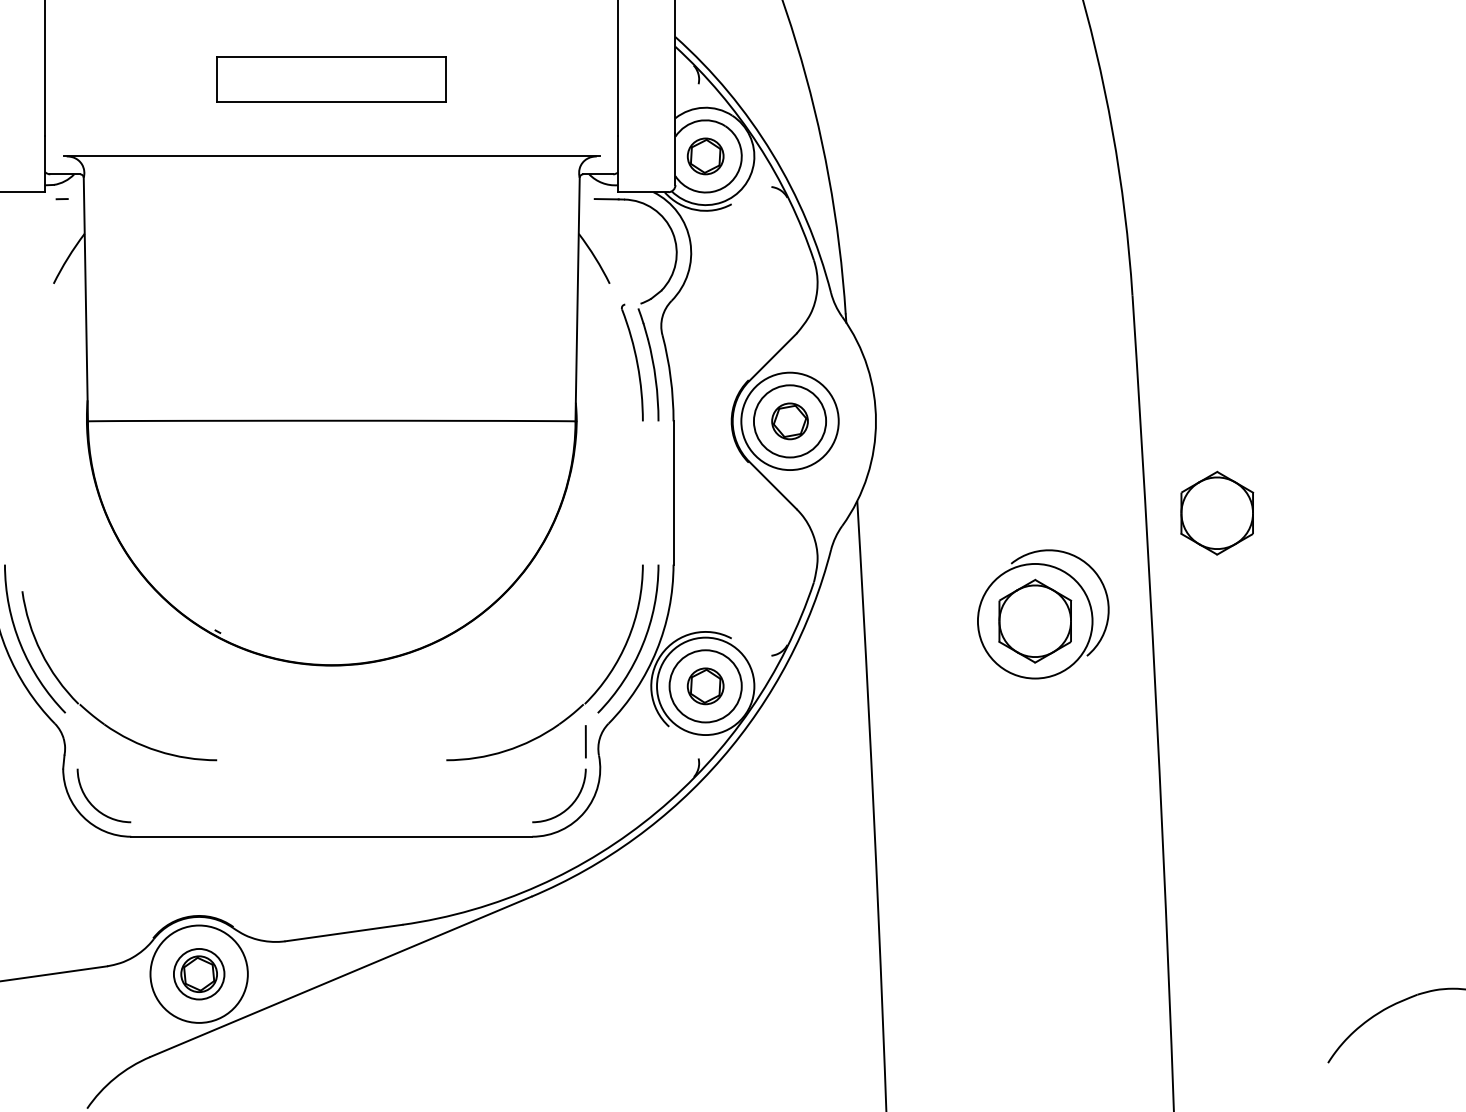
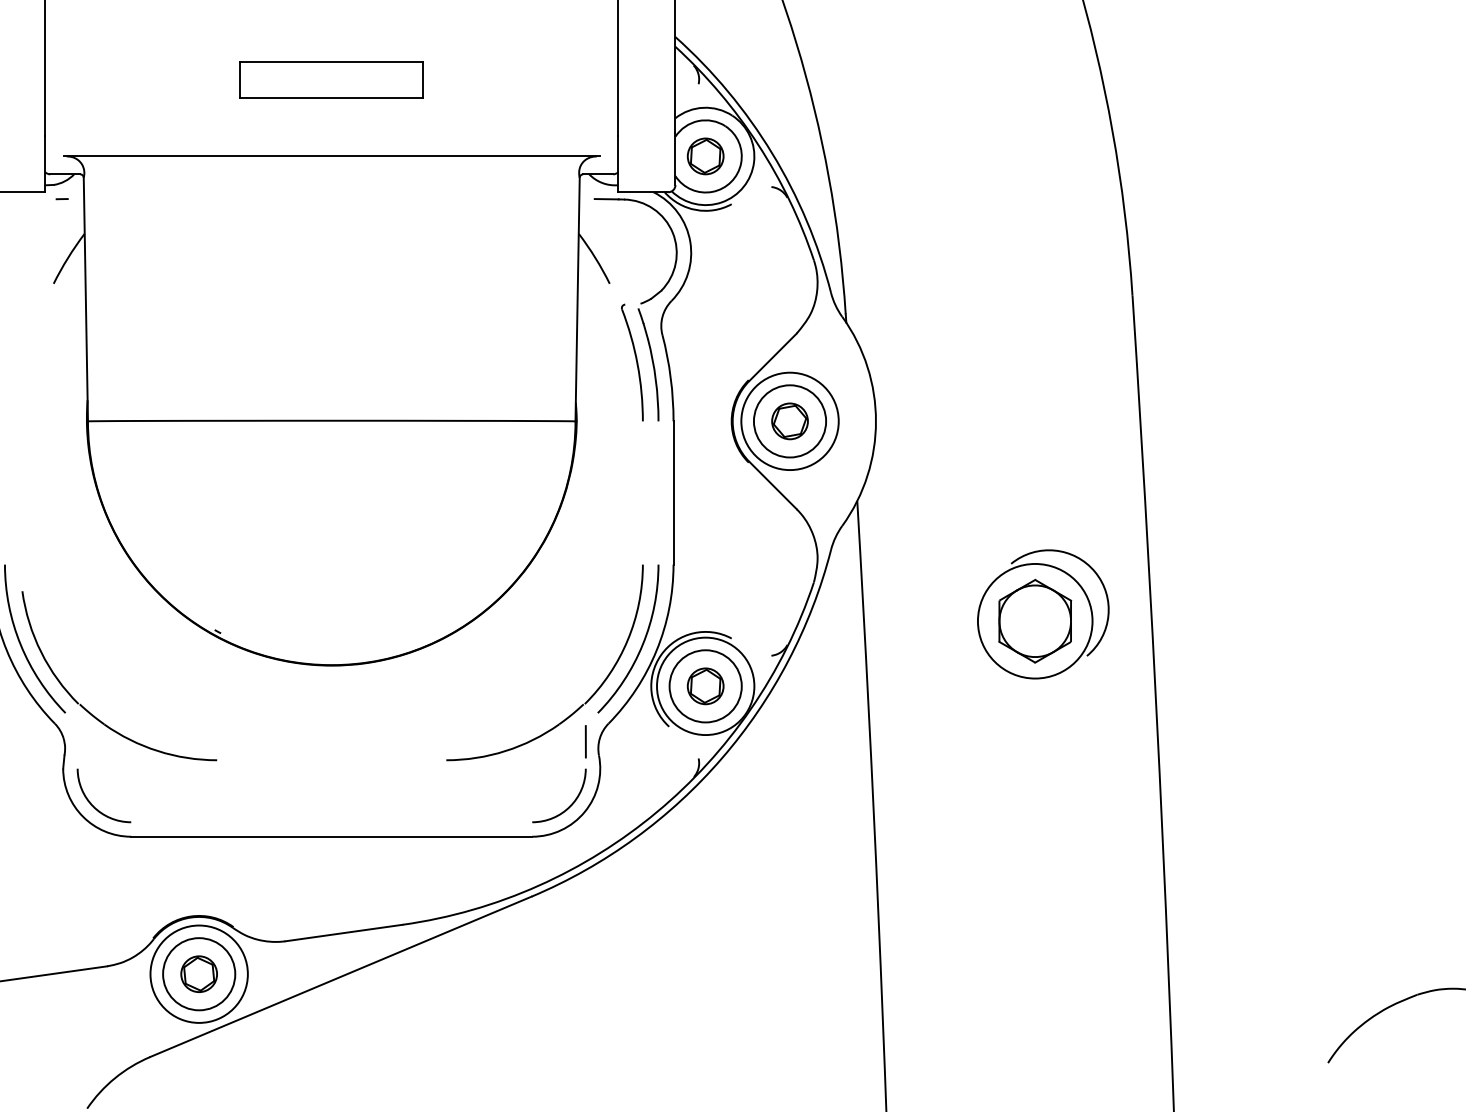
part at (331, 79) size: 231x47 px -> 185x38 px
part at (1217, 512): present -> none
circle at (198, 973) diameter: 51 px -> 72 px
